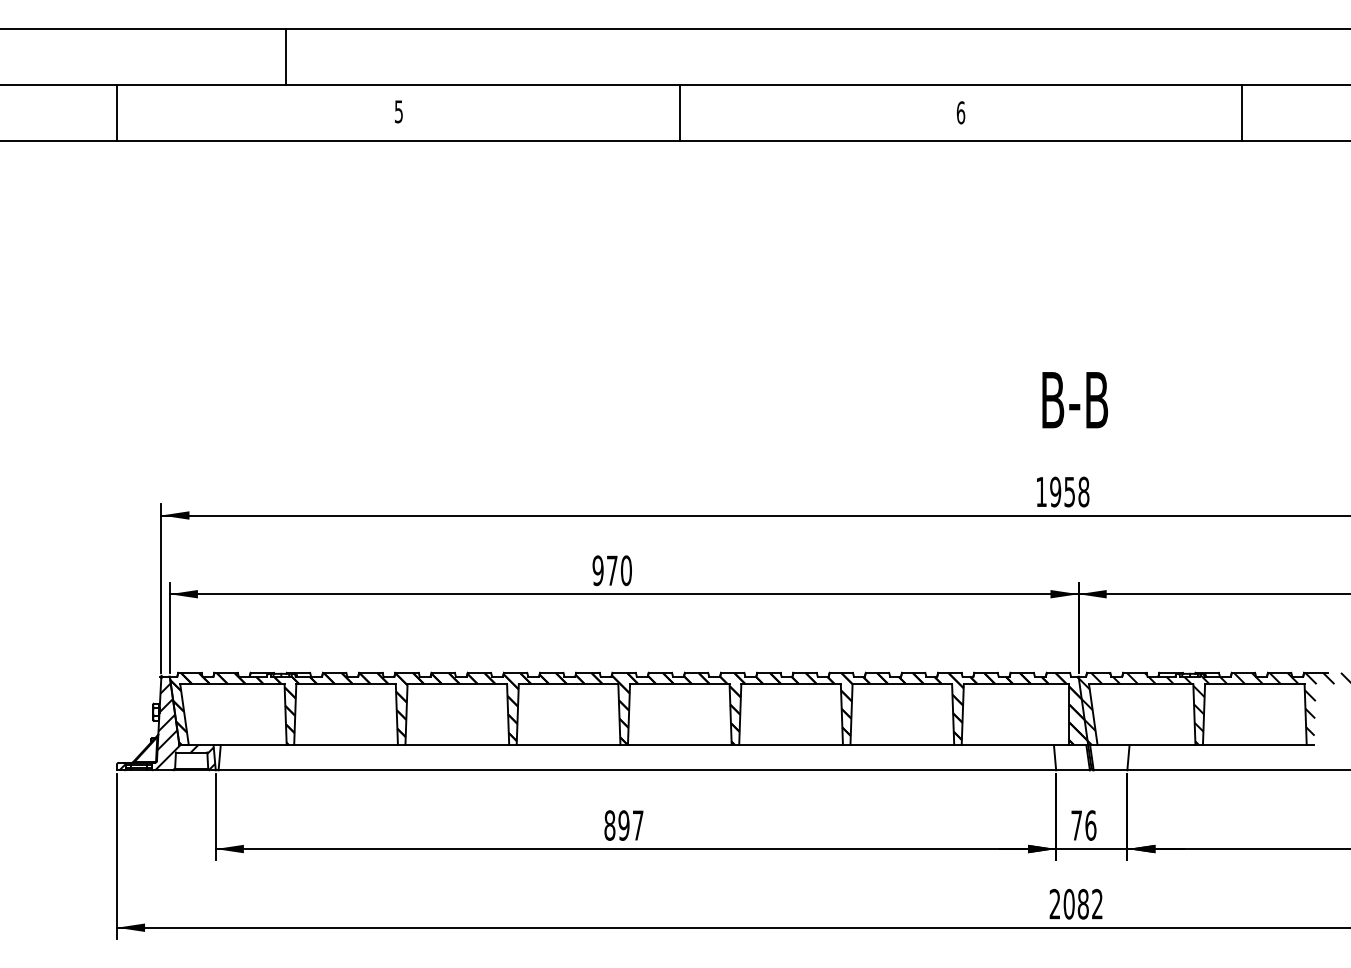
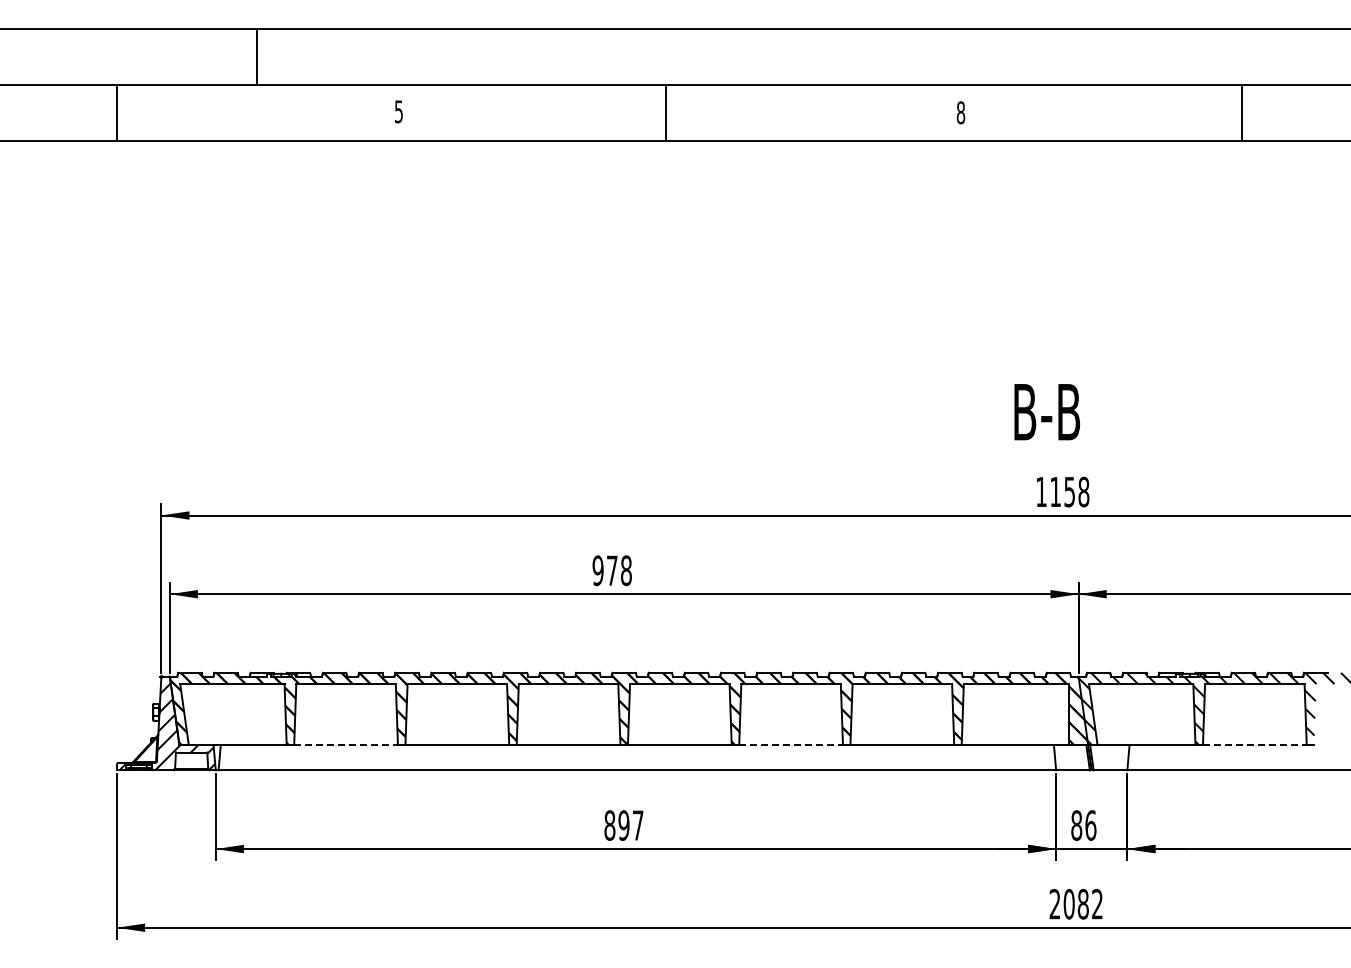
line at (286, 57) position: (286, 57) -> (257, 57)
text at (960, 112): 6 -> 8
line at (679, 113) position: (679, 113) -> (665, 113)
text at (1075, 400) position: (1075, 400) -> (1047, 412)
text at (1055, 491): 1958 -> 1158
text at (625, 570): 970 -> 978
line at (346, 745): solid -> dashed
line at (791, 745): solid -> dashed
line at (1254, 745): solid -> dashed
text at (1076, 825): 76 -> 86
